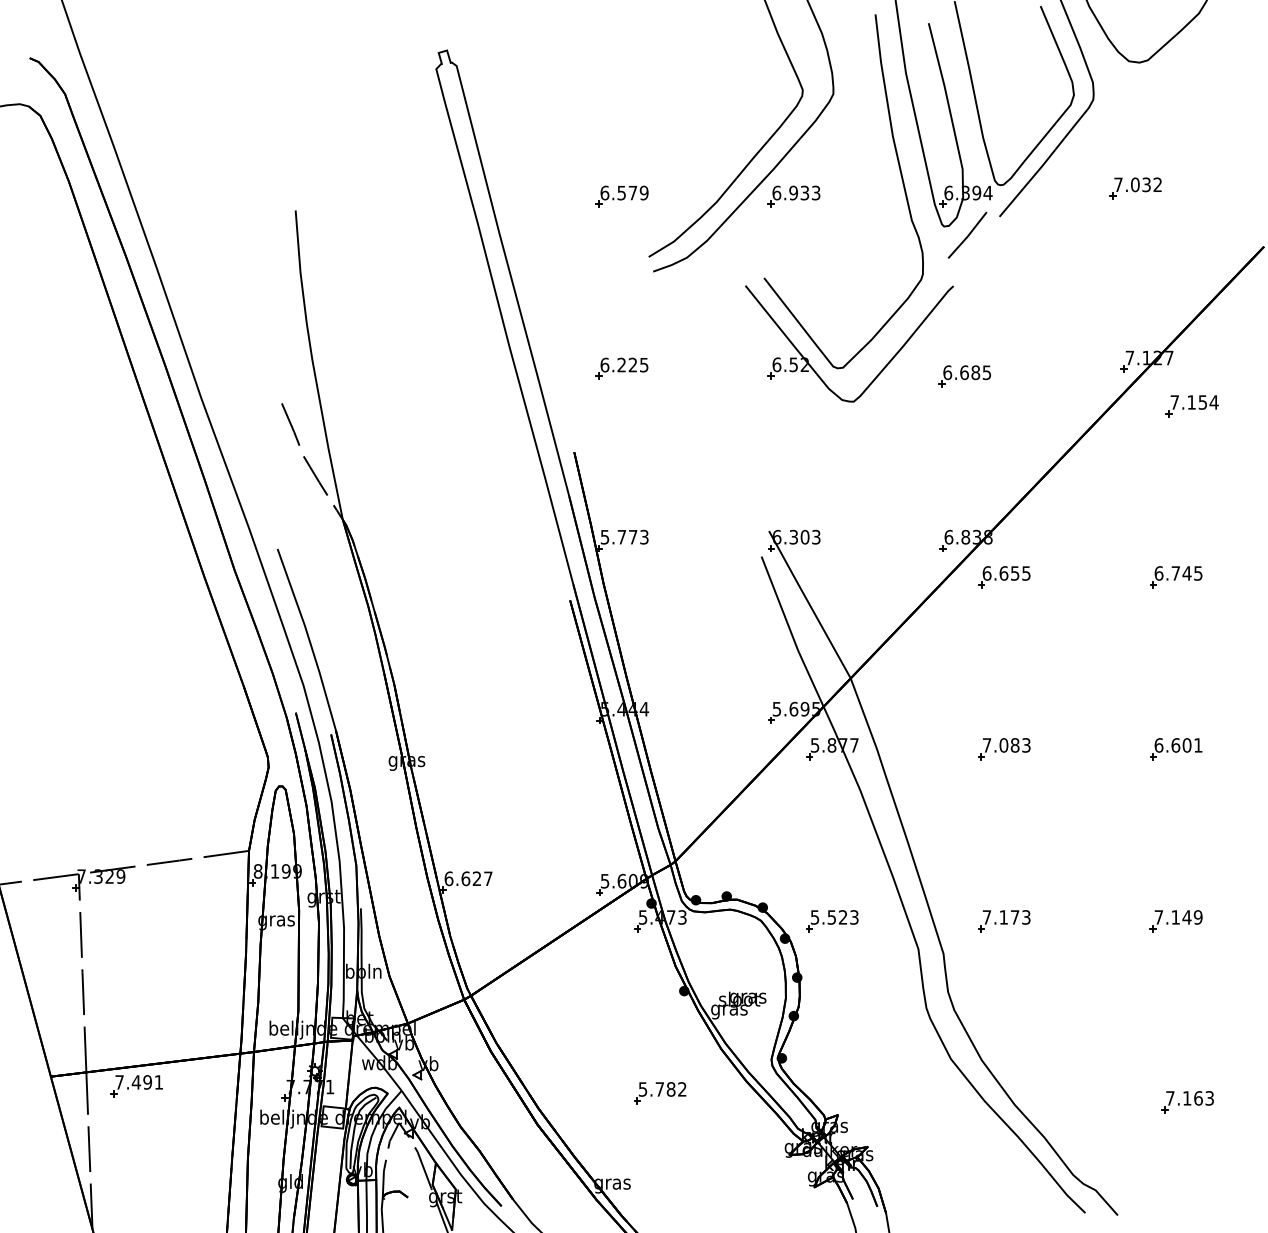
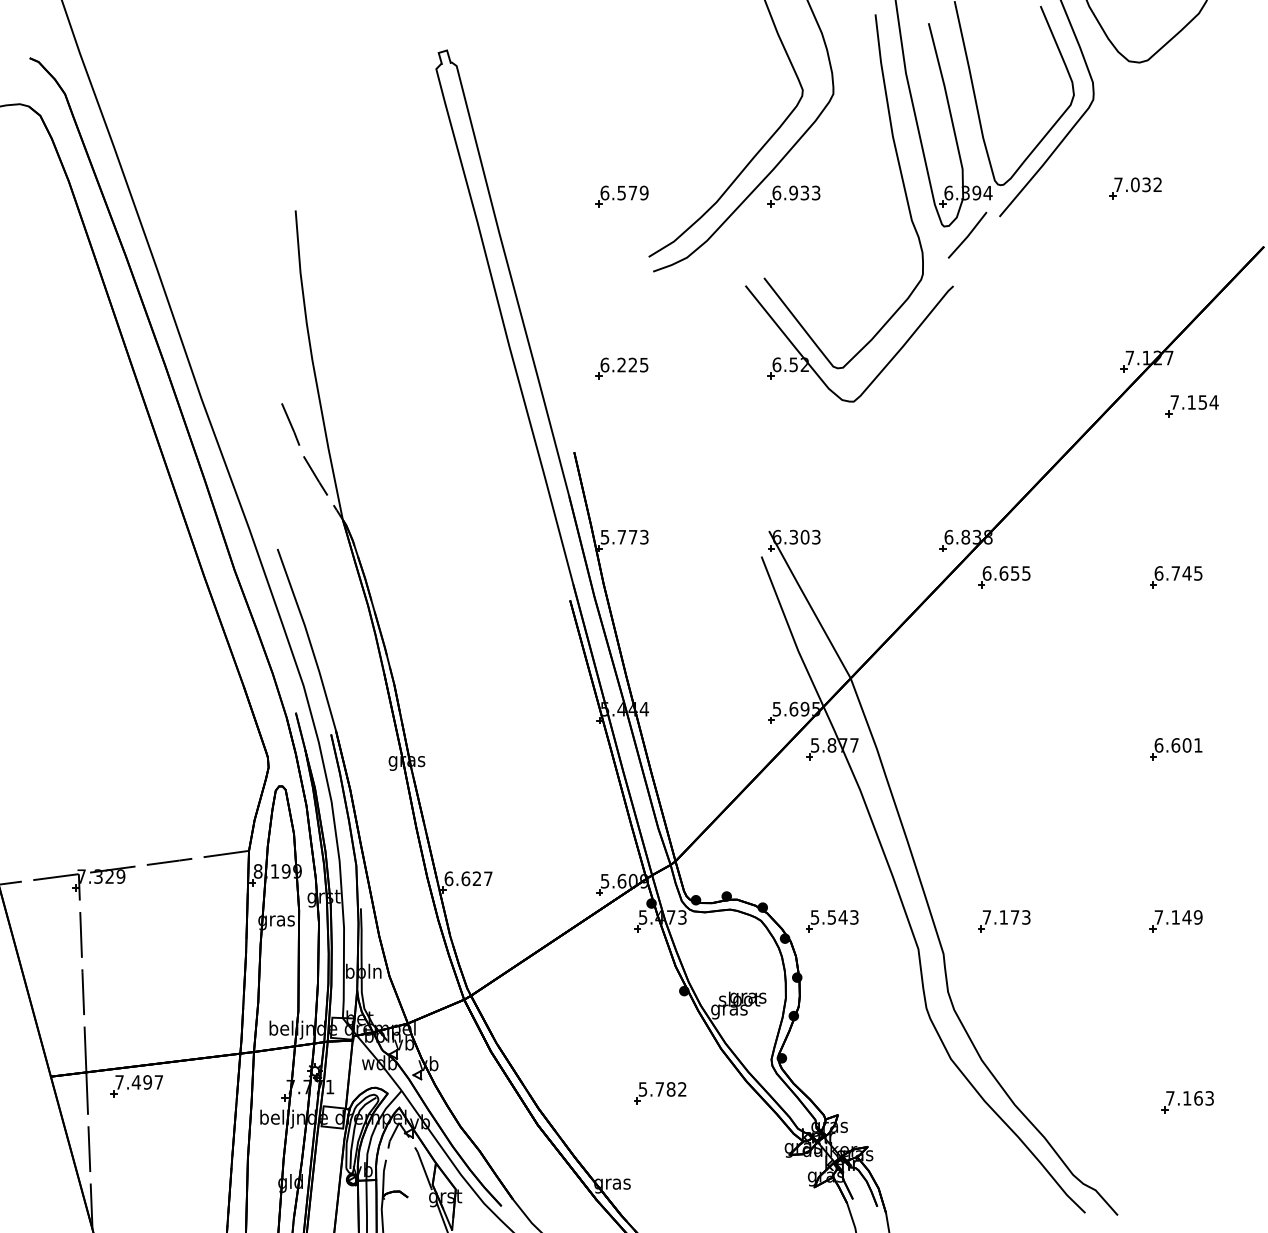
part at (964, 376): present -> none
part at (1004, 749): present -> none
text at (842, 917): 5.523 -> 5.543
text at (158, 1082): 7.491 -> 7.497
